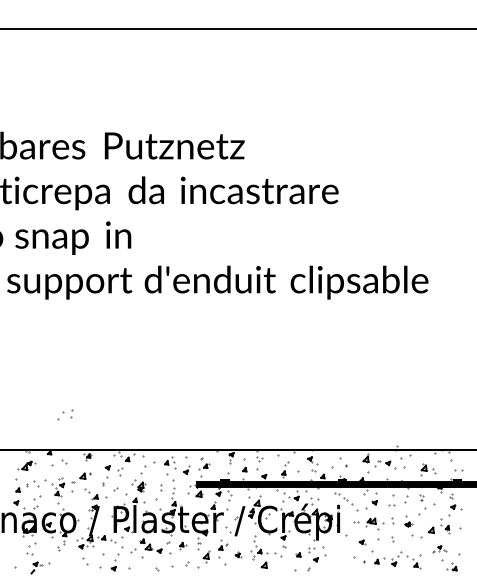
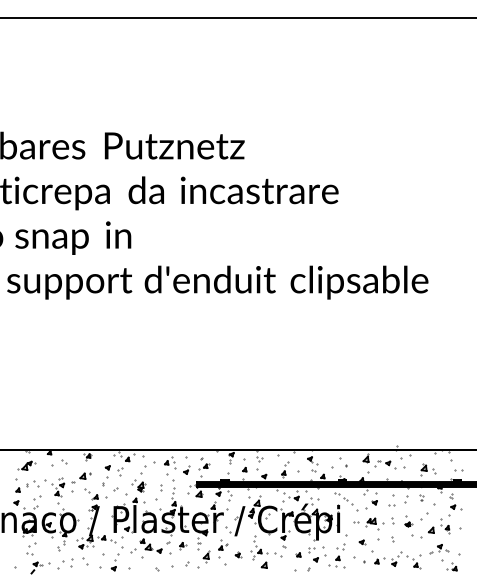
line at (237, 28) position: (237, 28) -> (237, 17)
part at (65, 414) position: (65, 414) -> (65, 563)
part at (422, 511) position: (422, 511) -> (424, 516)
part at (439, 549) size: 16x9 px -> 21x11 px
part at (336, 555): none -> present
